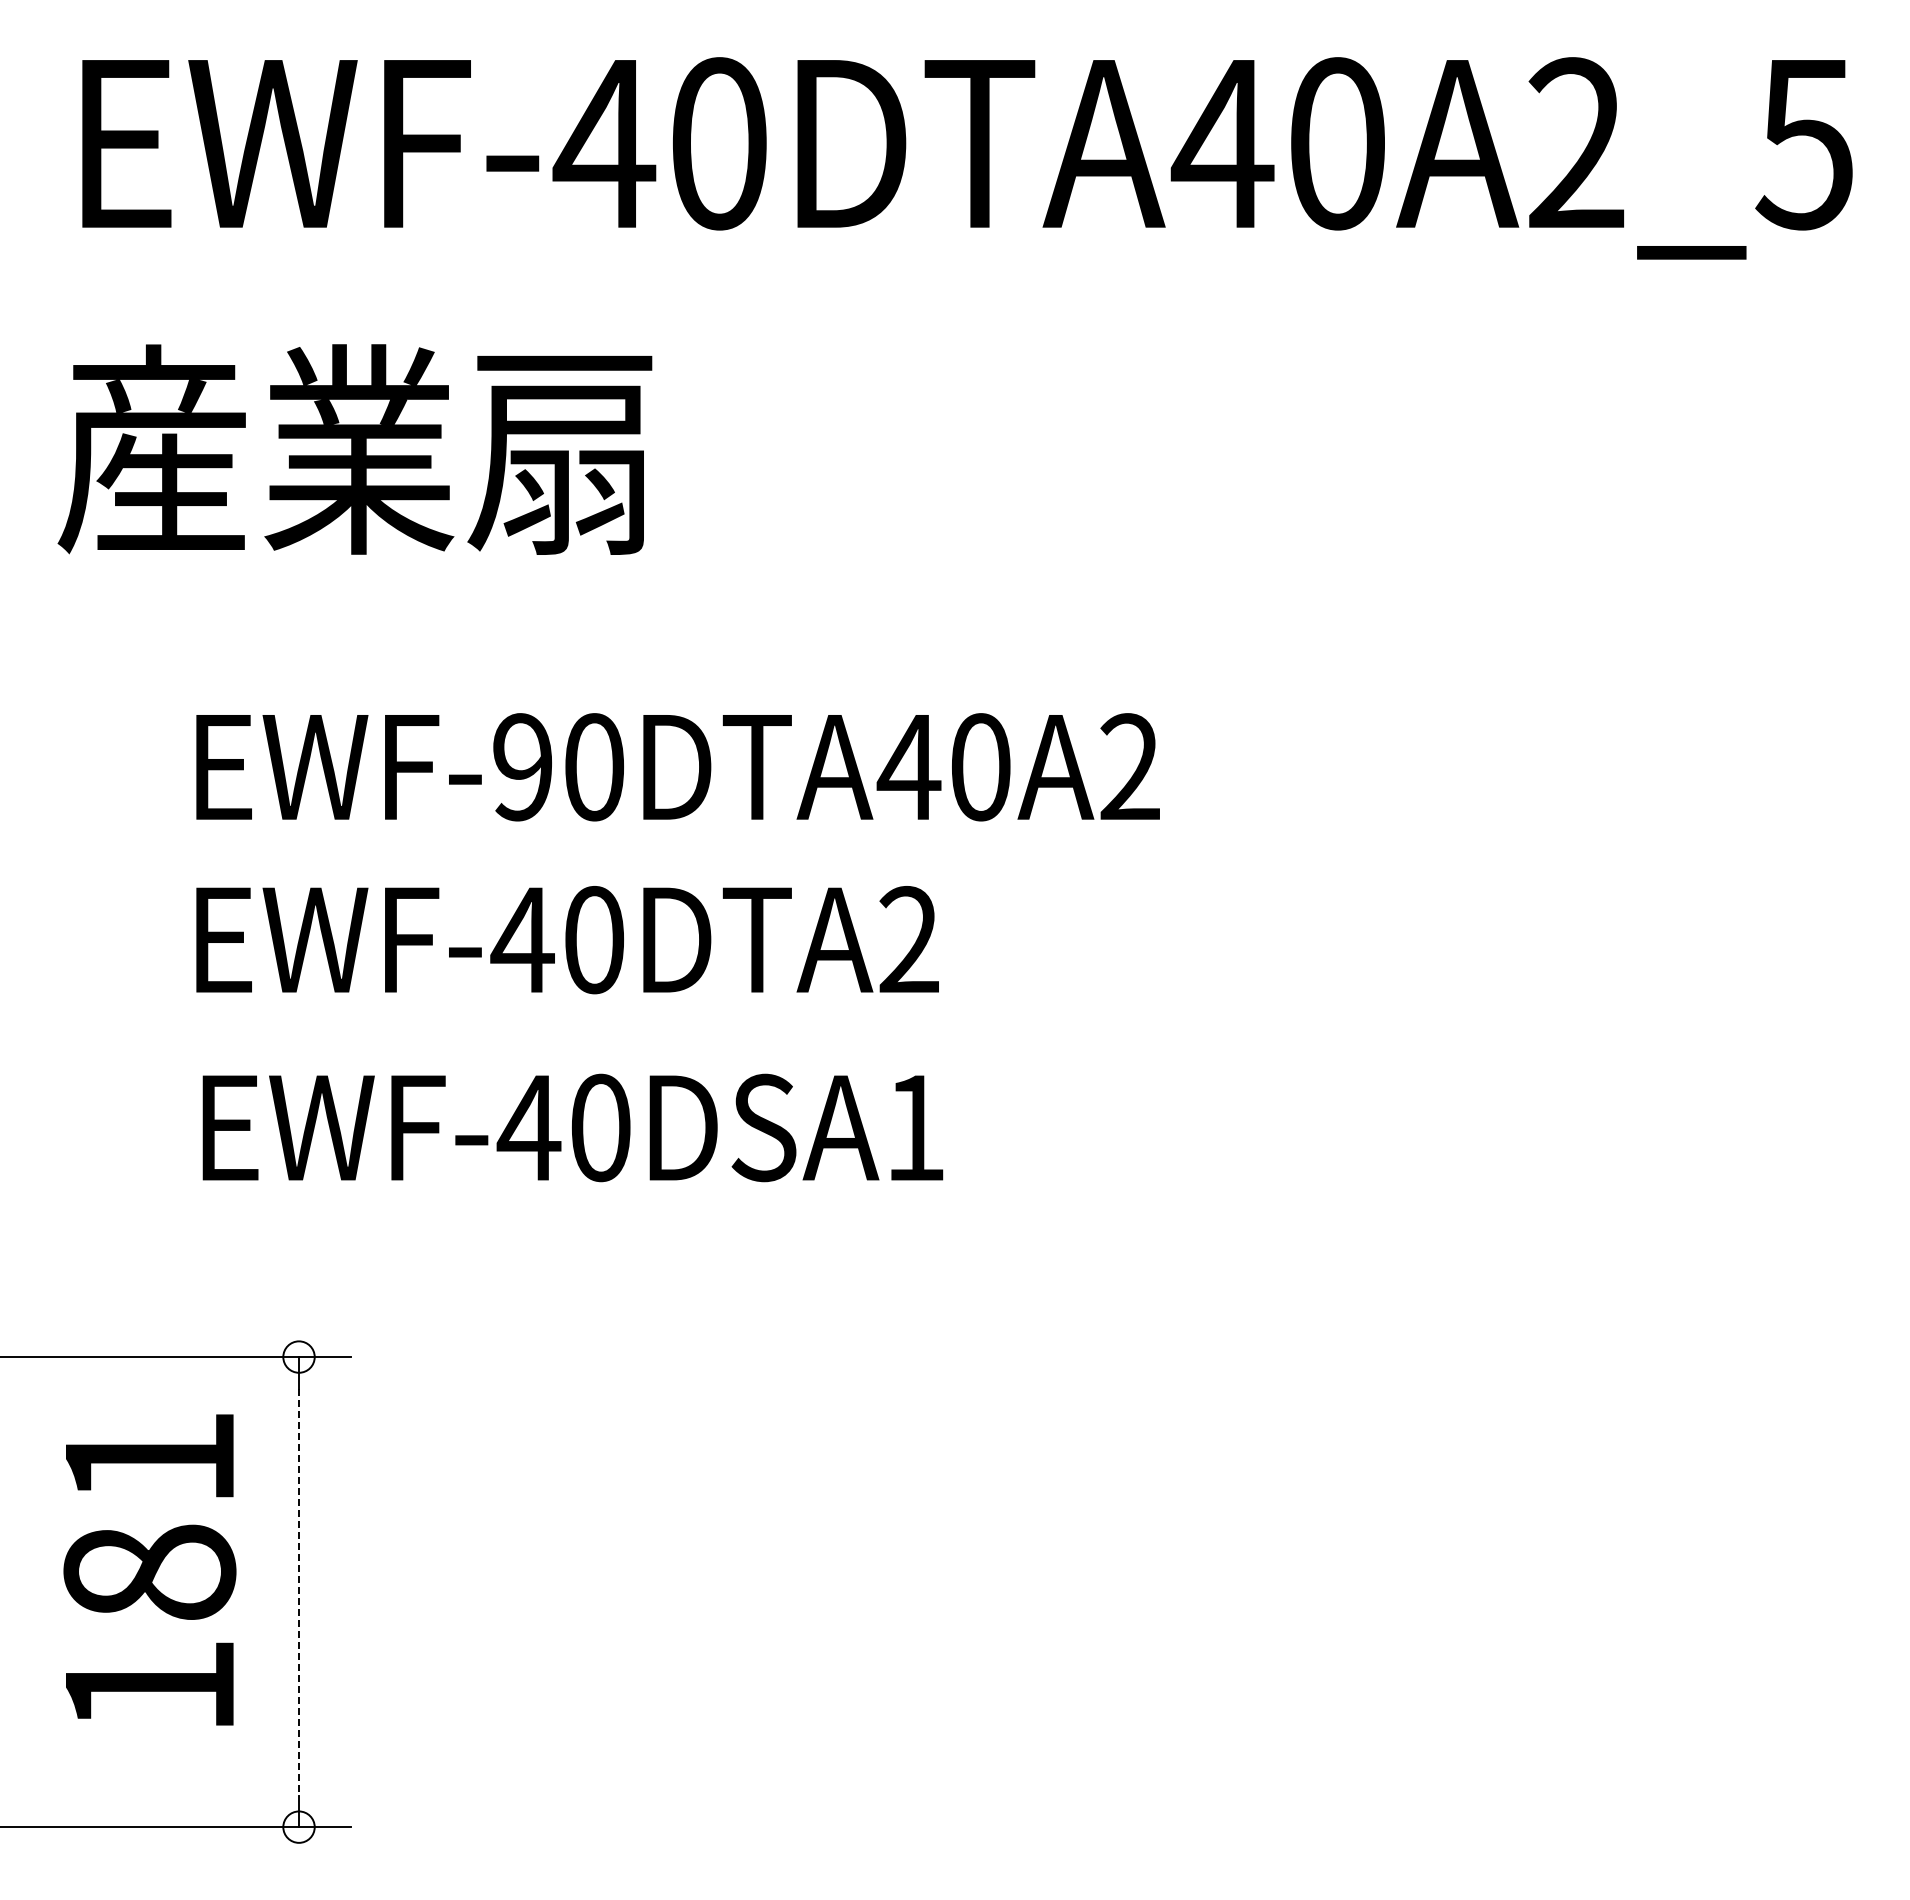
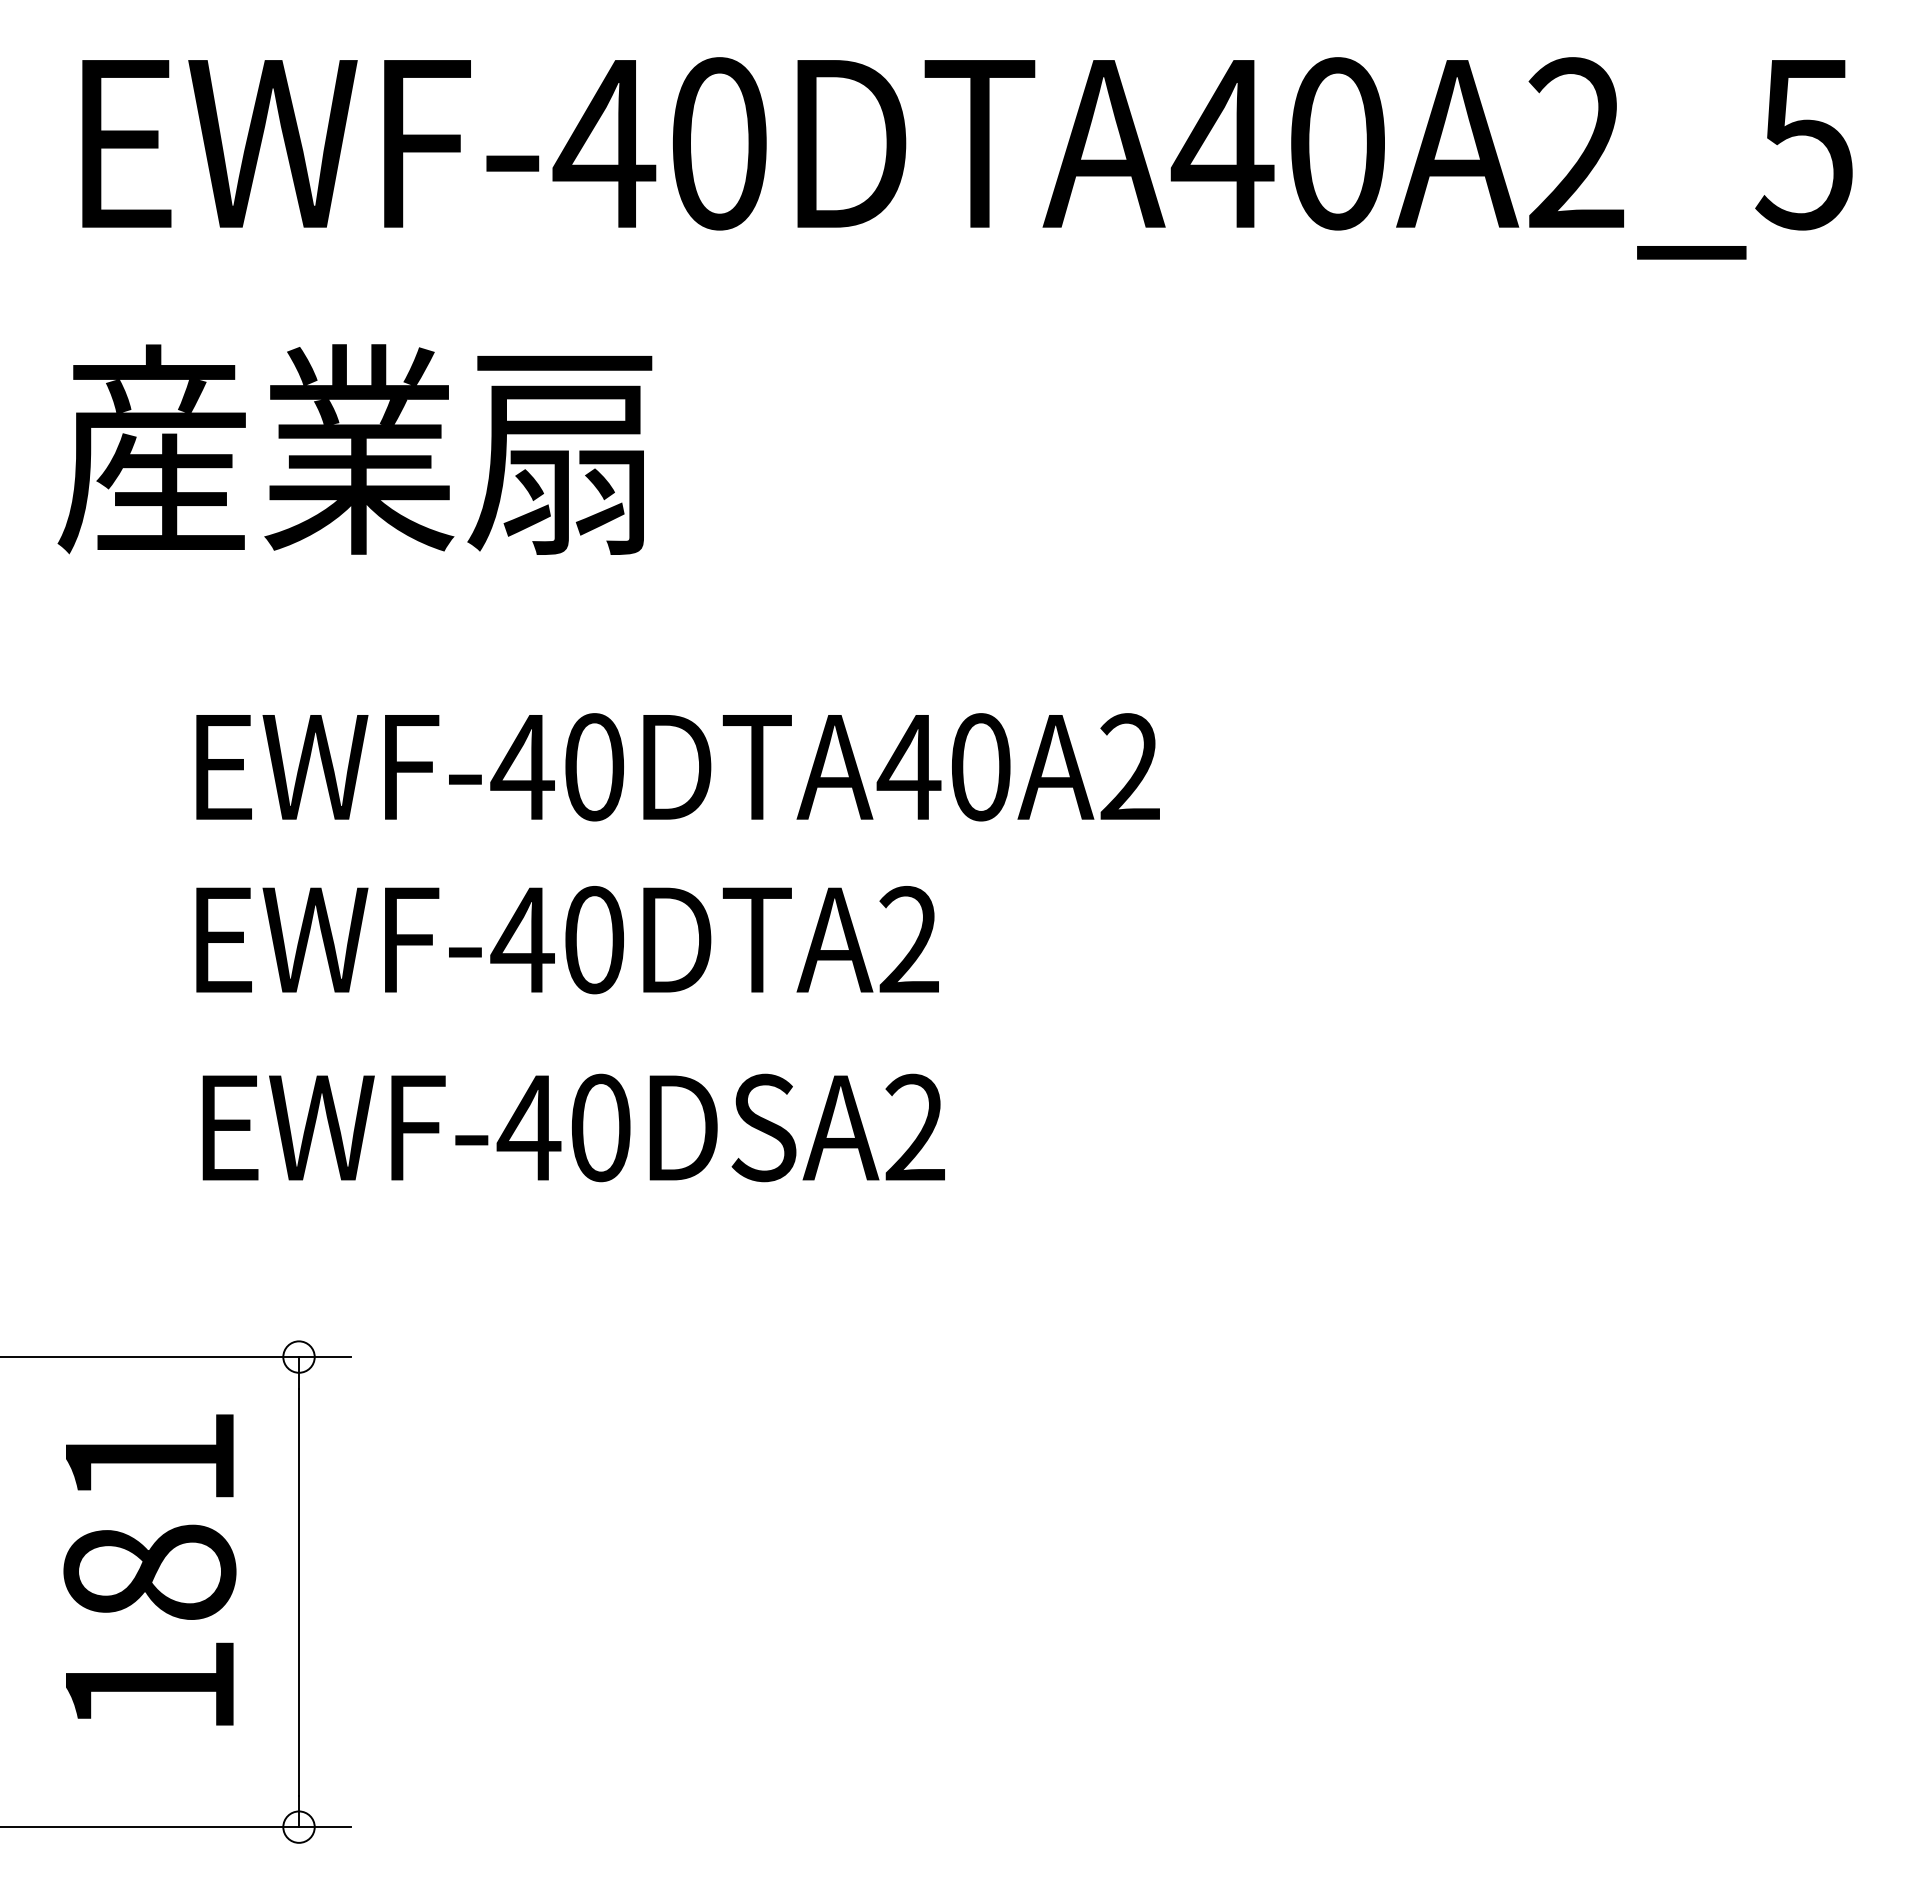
text at (522, 767): EWF-90DTA40A2 -> EWF-40DTA40A2
text at (914, 1126): EWF-40DSA1 -> EWF-40DSA2
line at (299, 1592): dashed -> solid
